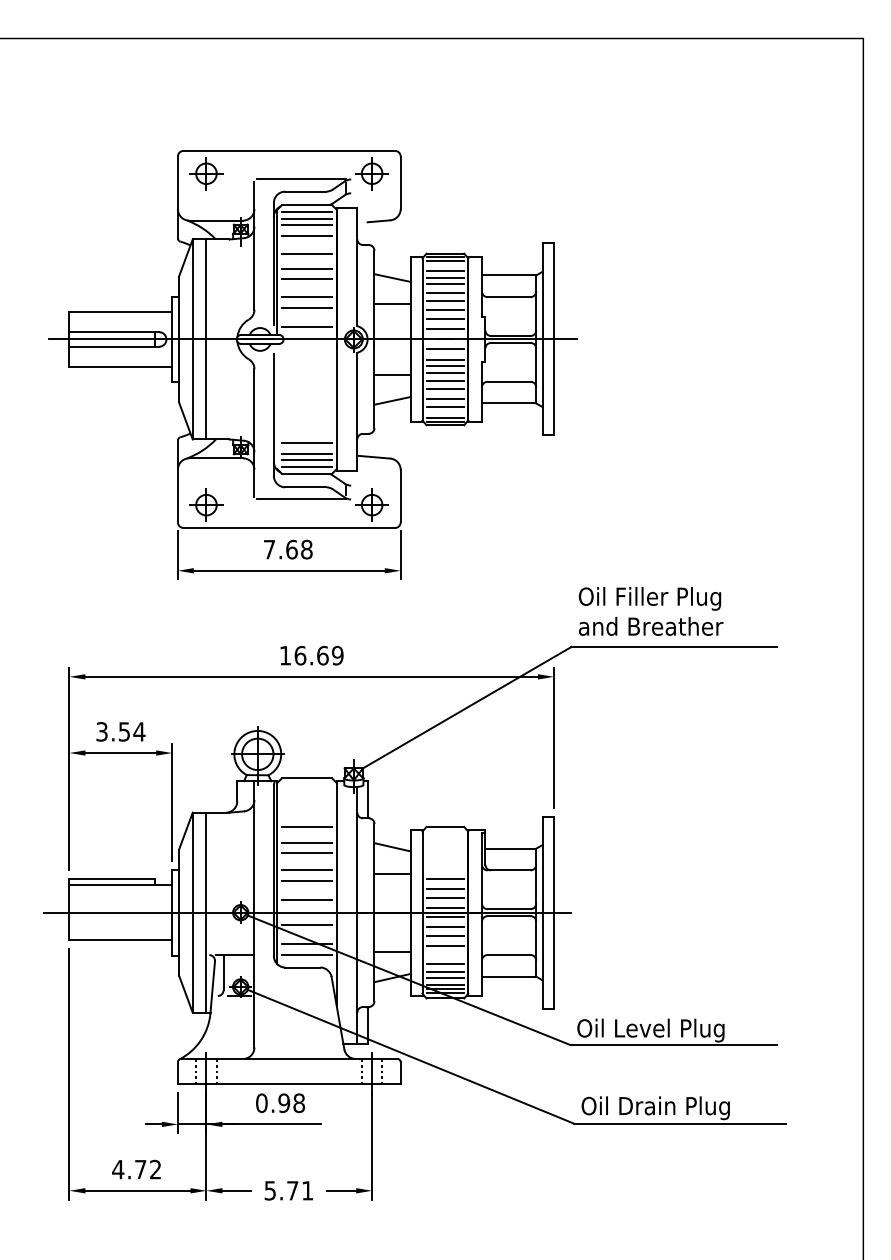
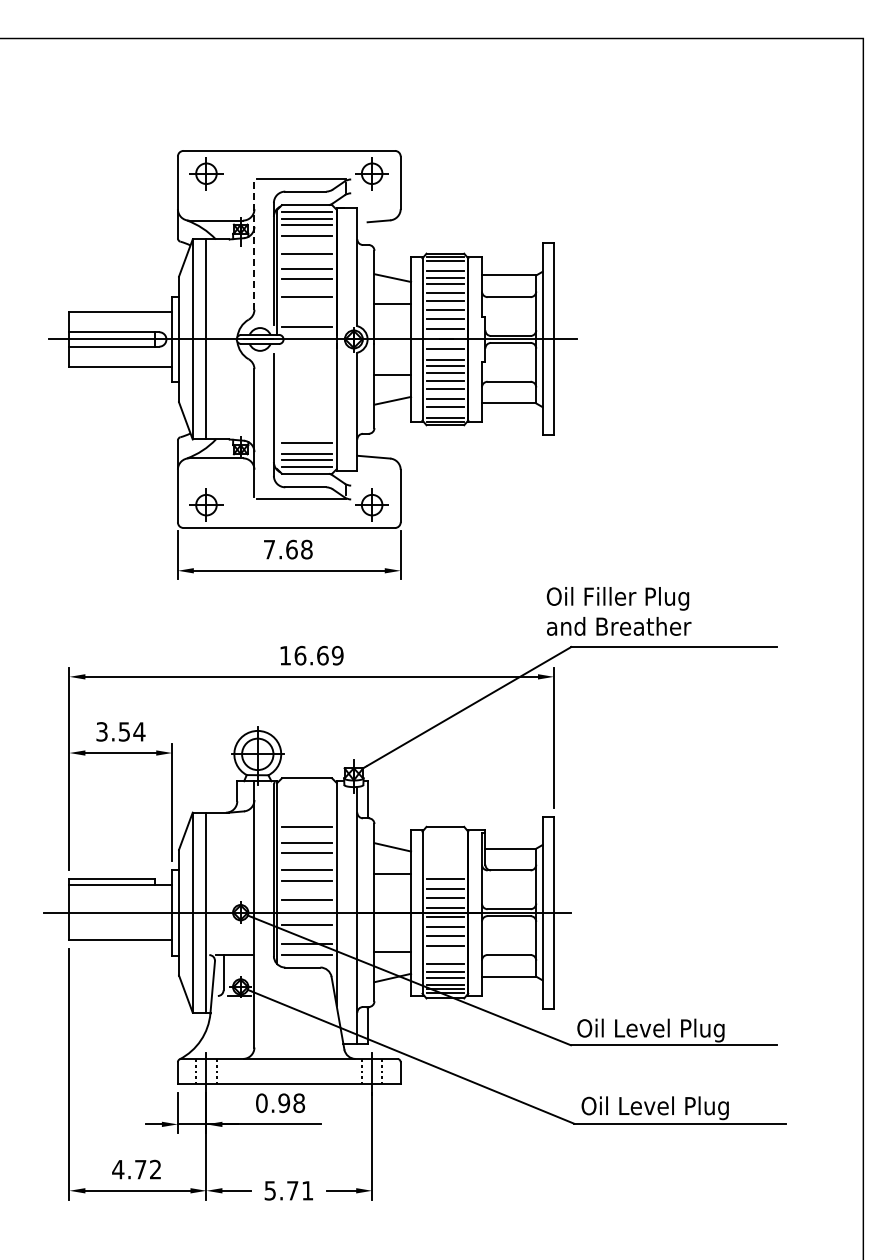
line at (254, 246): solid -> dashed
line at (306, 307): present -> none
text at (650, 611) position: (650, 611) -> (618, 611)
text at (675, 1108): Oil Drain Plug -> Oil Level Plug
